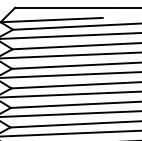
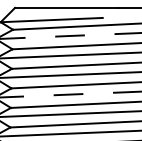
line at (71, 35): solid -> dashed
line at (71, 94): solid -> dashed
